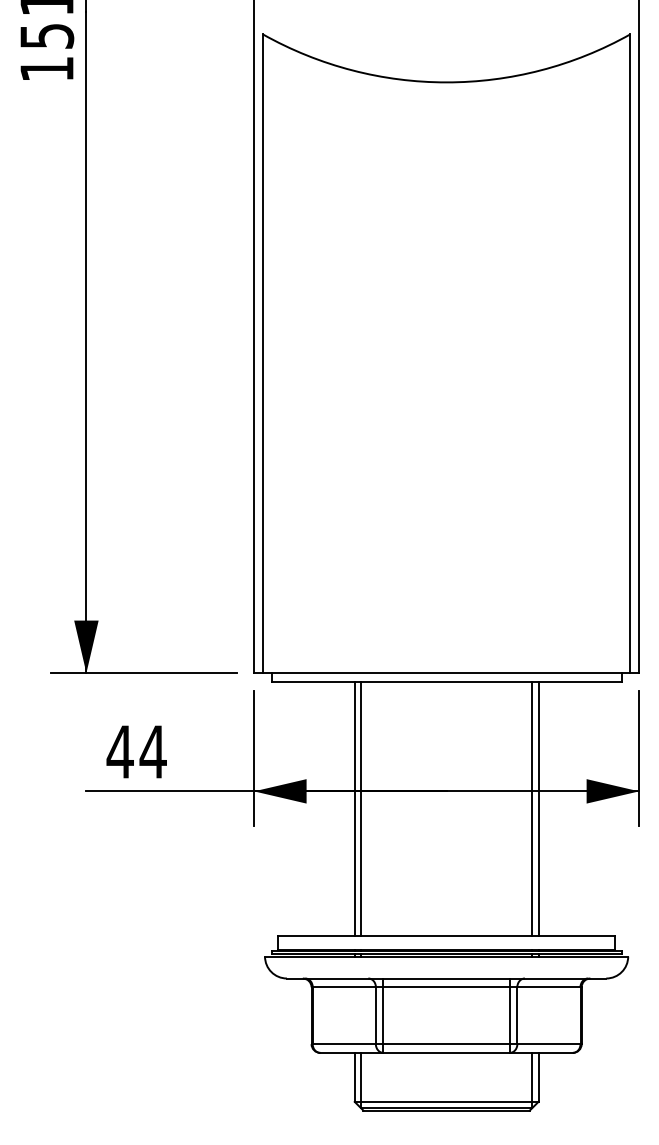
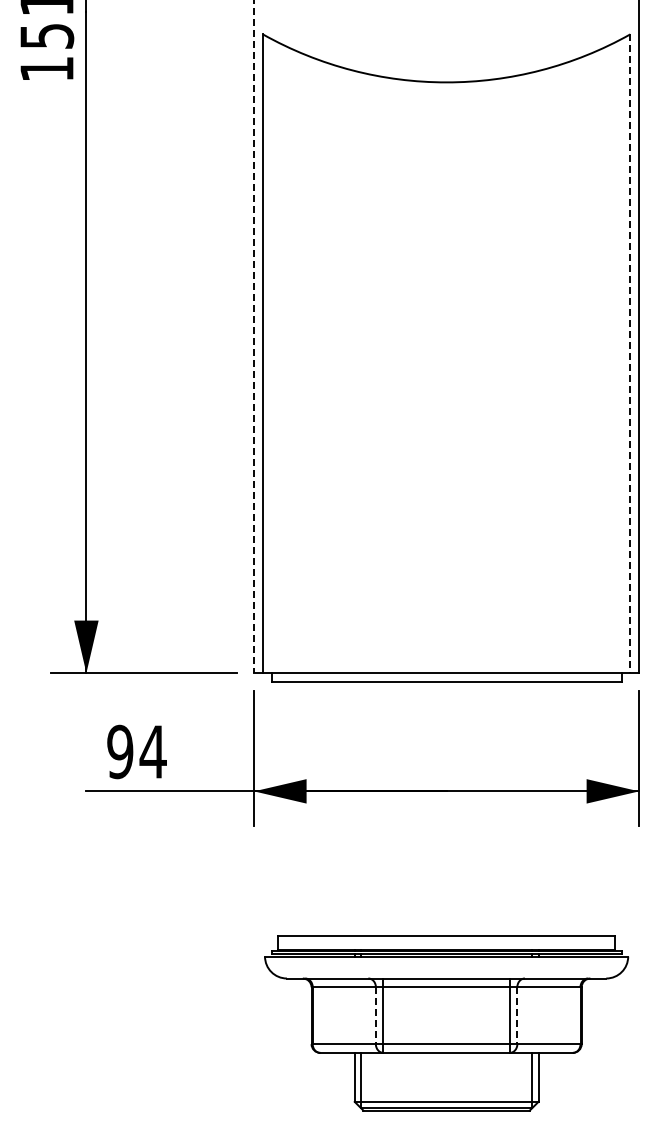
line at (254, 337): solid -> dashed
line at (630, 354): solid -> dashed
text at (119, 751): 44 -> 94
line at (354, 808): present -> none
line at (360, 808): present -> none
line at (532, 808): present -> none
line at (538, 808): present -> none
line at (375, 1016): solid -> dashed
line at (517, 1016): solid -> dashed
